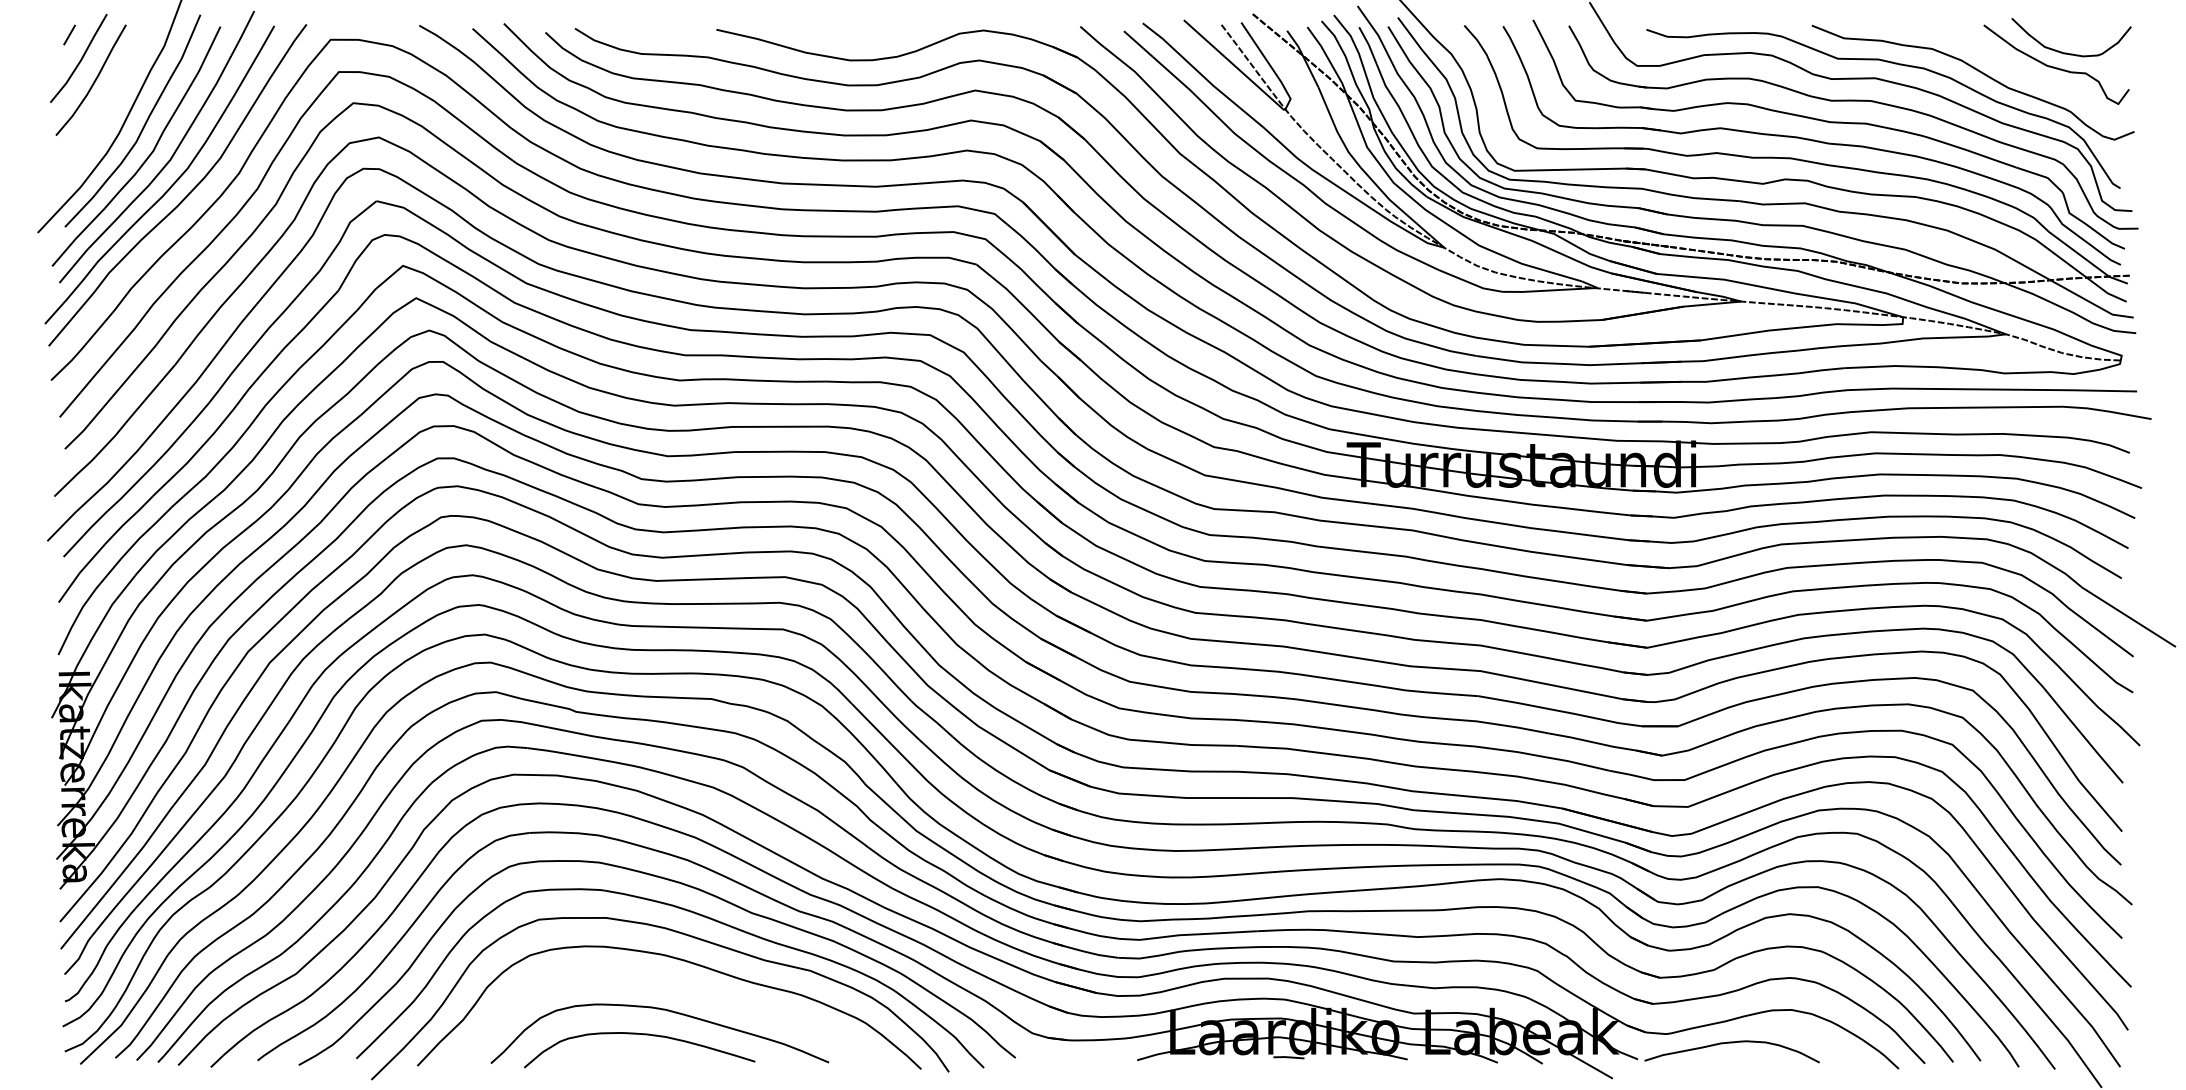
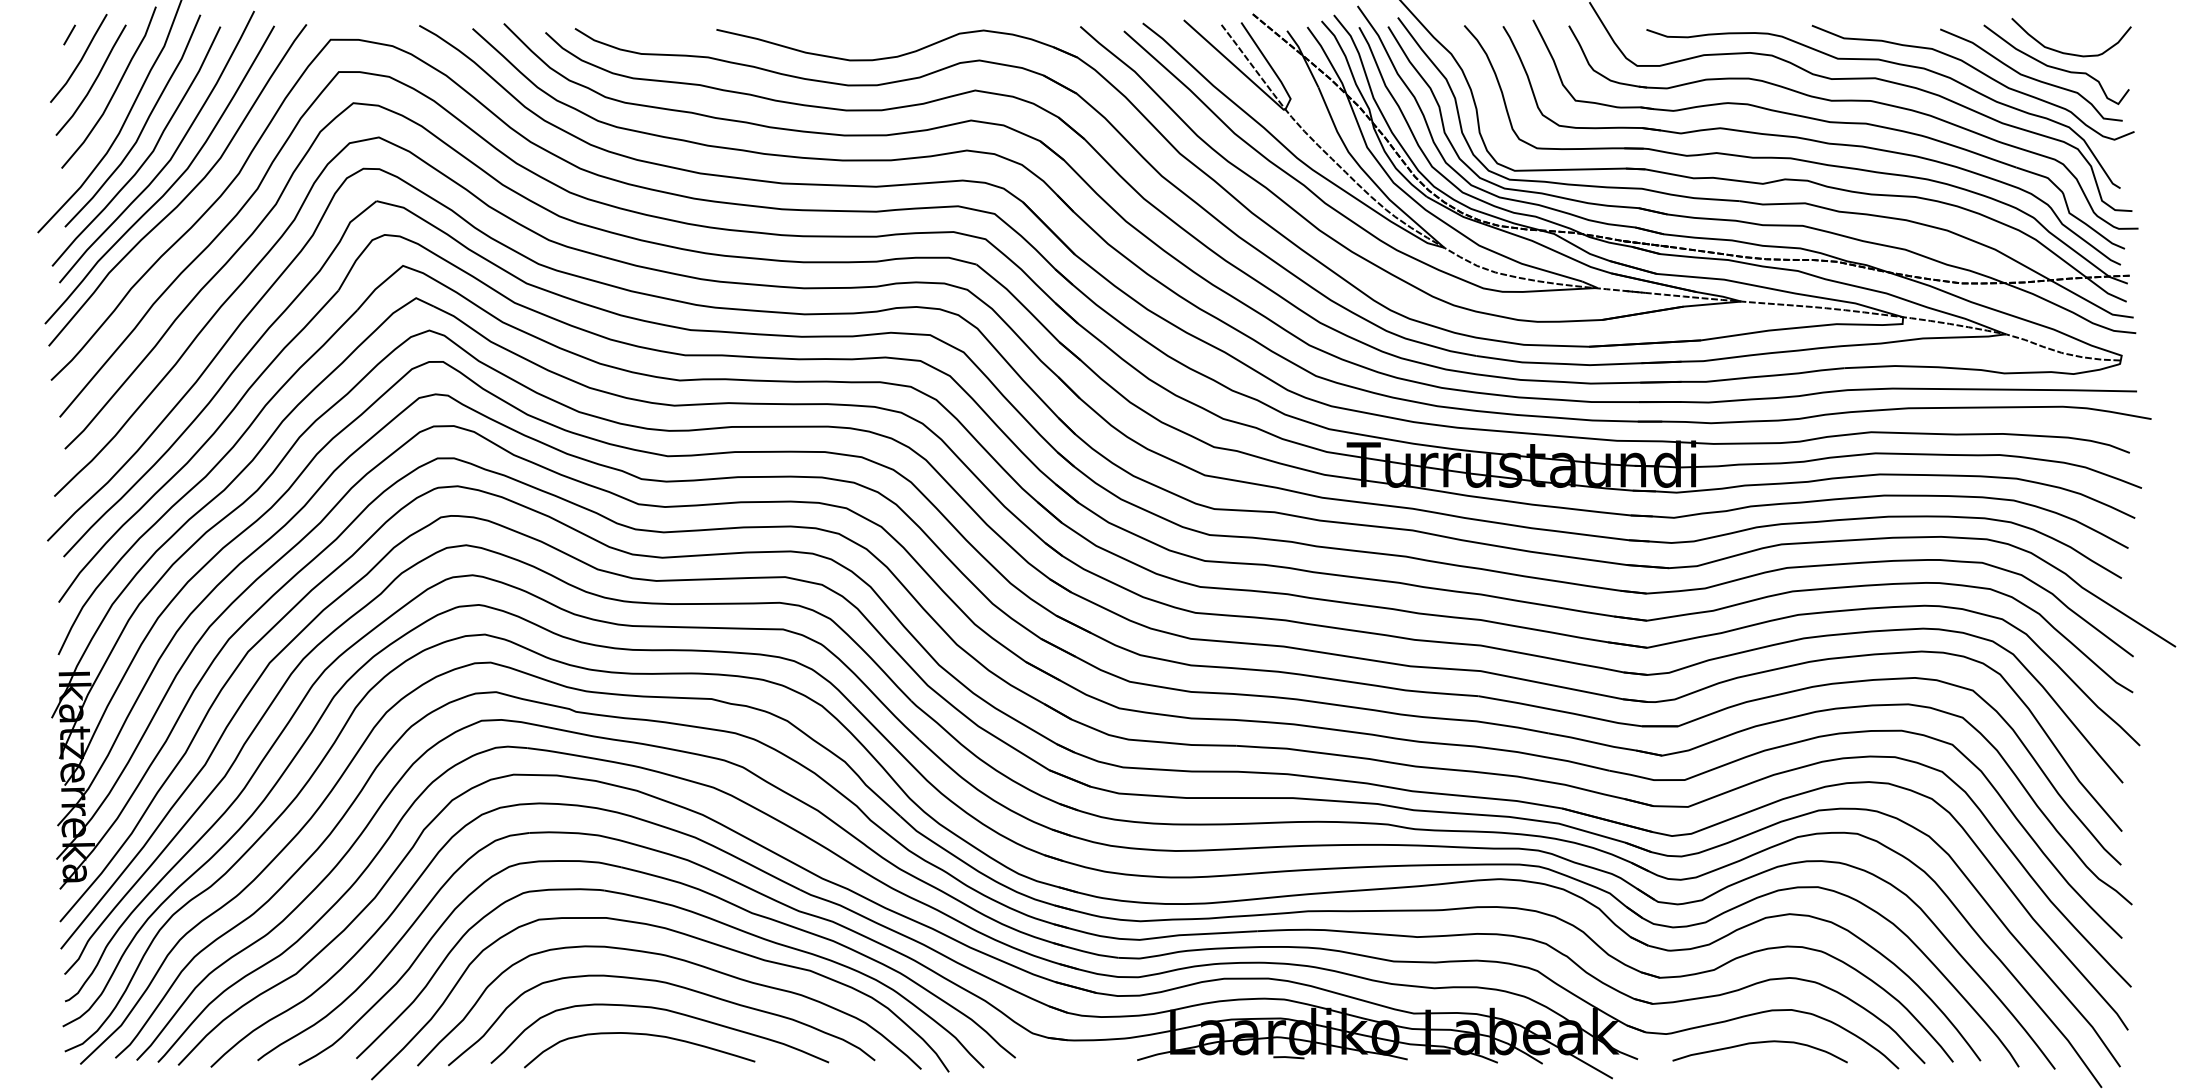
curve at (2030, 76): none -> present
curve at (114, 90): none -> present
curve at (671, 985): none -> present
curve at (1731, 1043) position: (1731, 1043) -> (1759, 1043)
